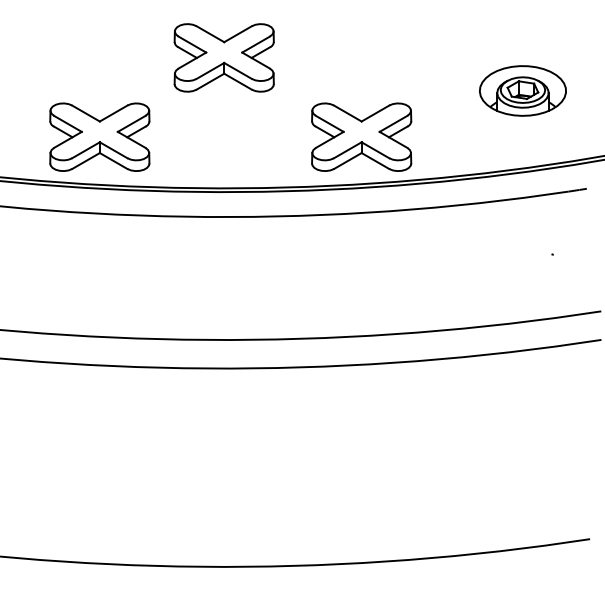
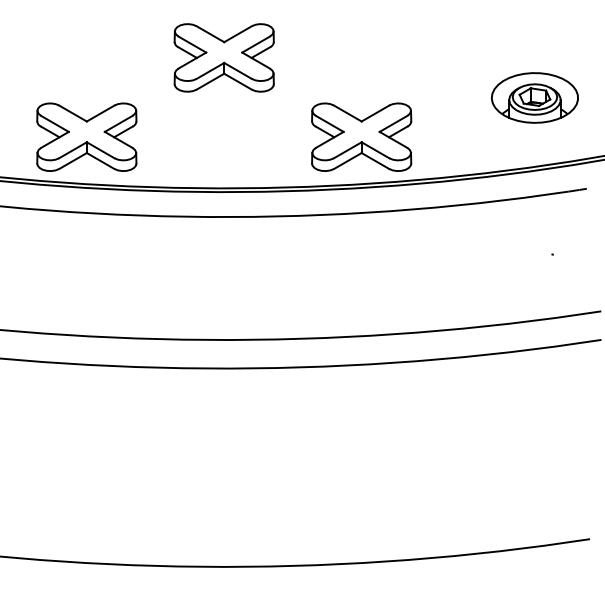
part at (522, 90) position: (522, 90) -> (534, 97)
part at (99, 136) position: (99, 136) -> (86, 136)
